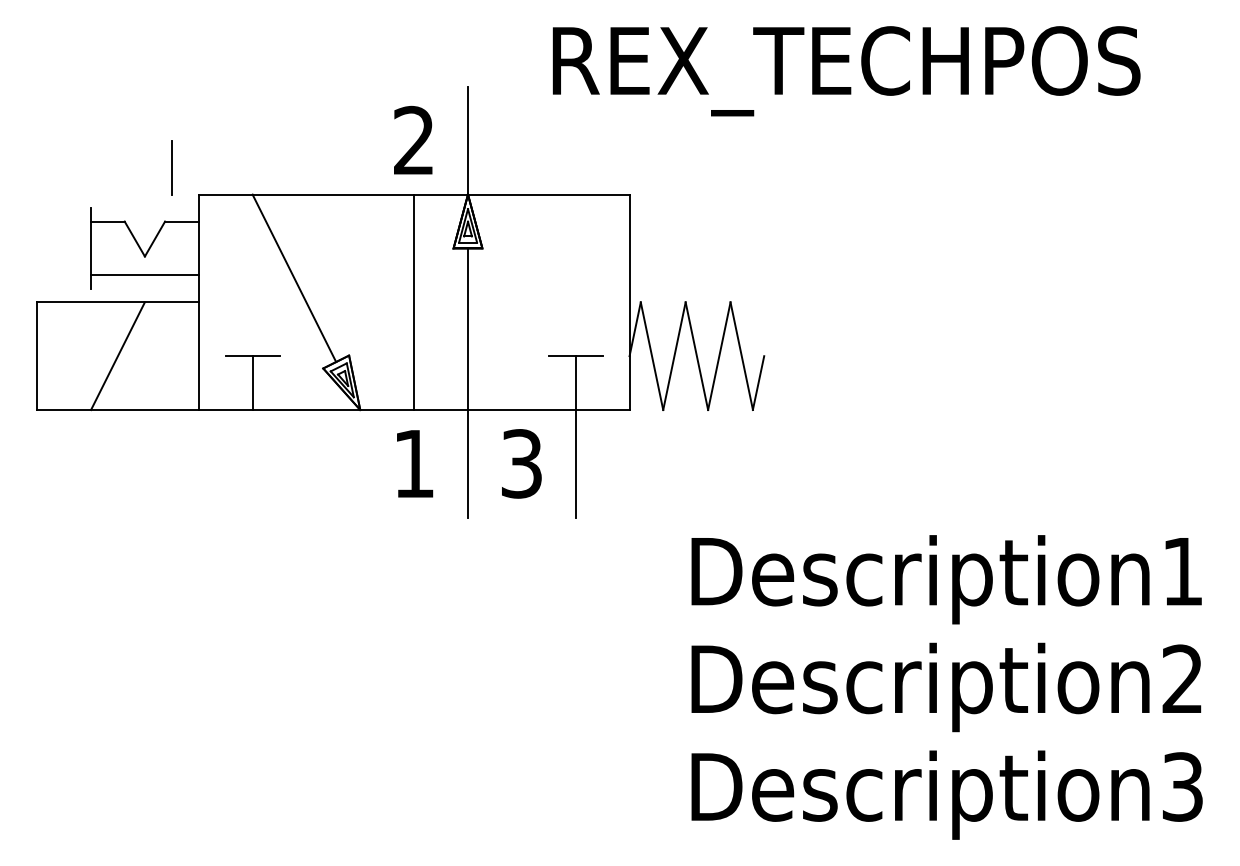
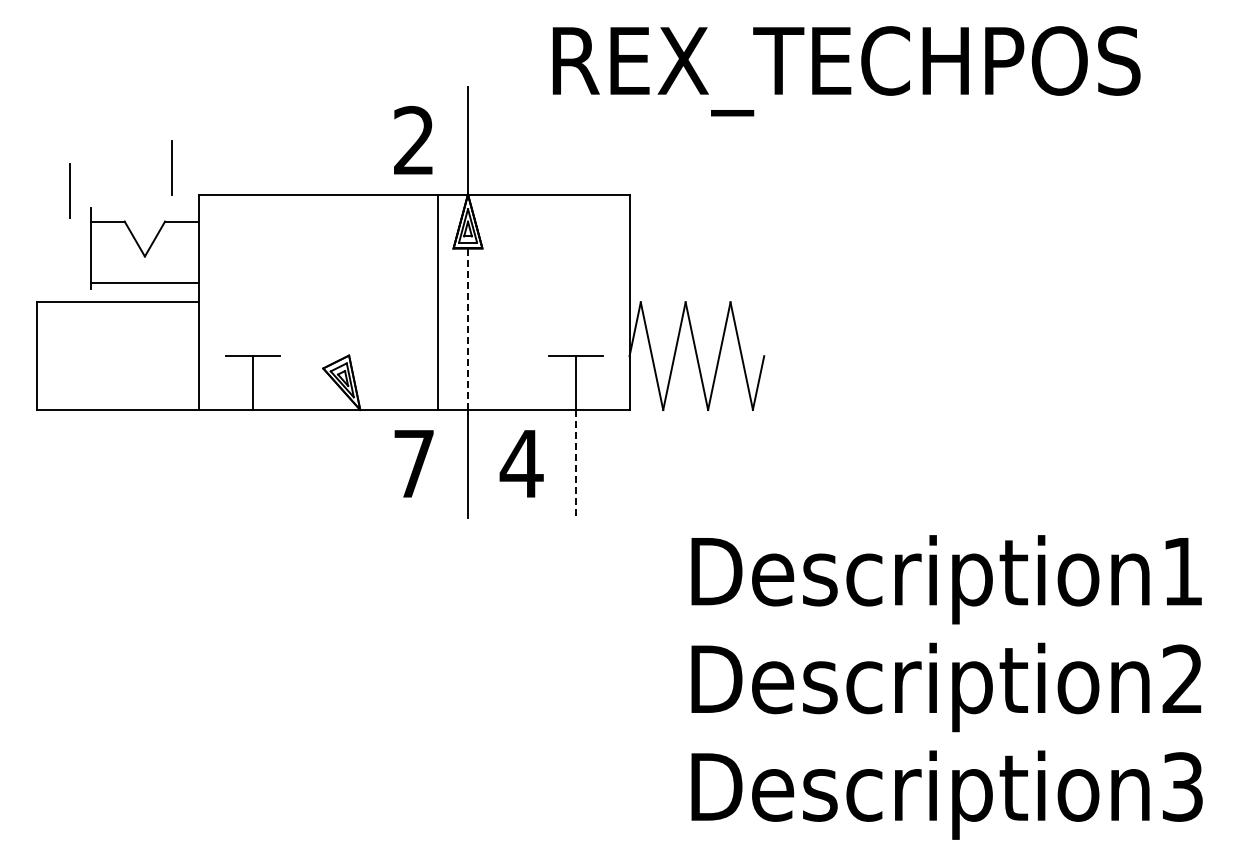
line at (69, 190): none -> present
line at (144, 275) position: (144, 275) -> (144, 283)
line at (294, 278): present -> none
line at (414, 302) position: (414, 302) -> (438, 302)
line at (468, 329): solid -> dashed
line at (117, 356): present -> none
text at (413, 463): 1 -> 7
text at (521, 463): 3 -> 4
line at (575, 463): solid -> dashed
